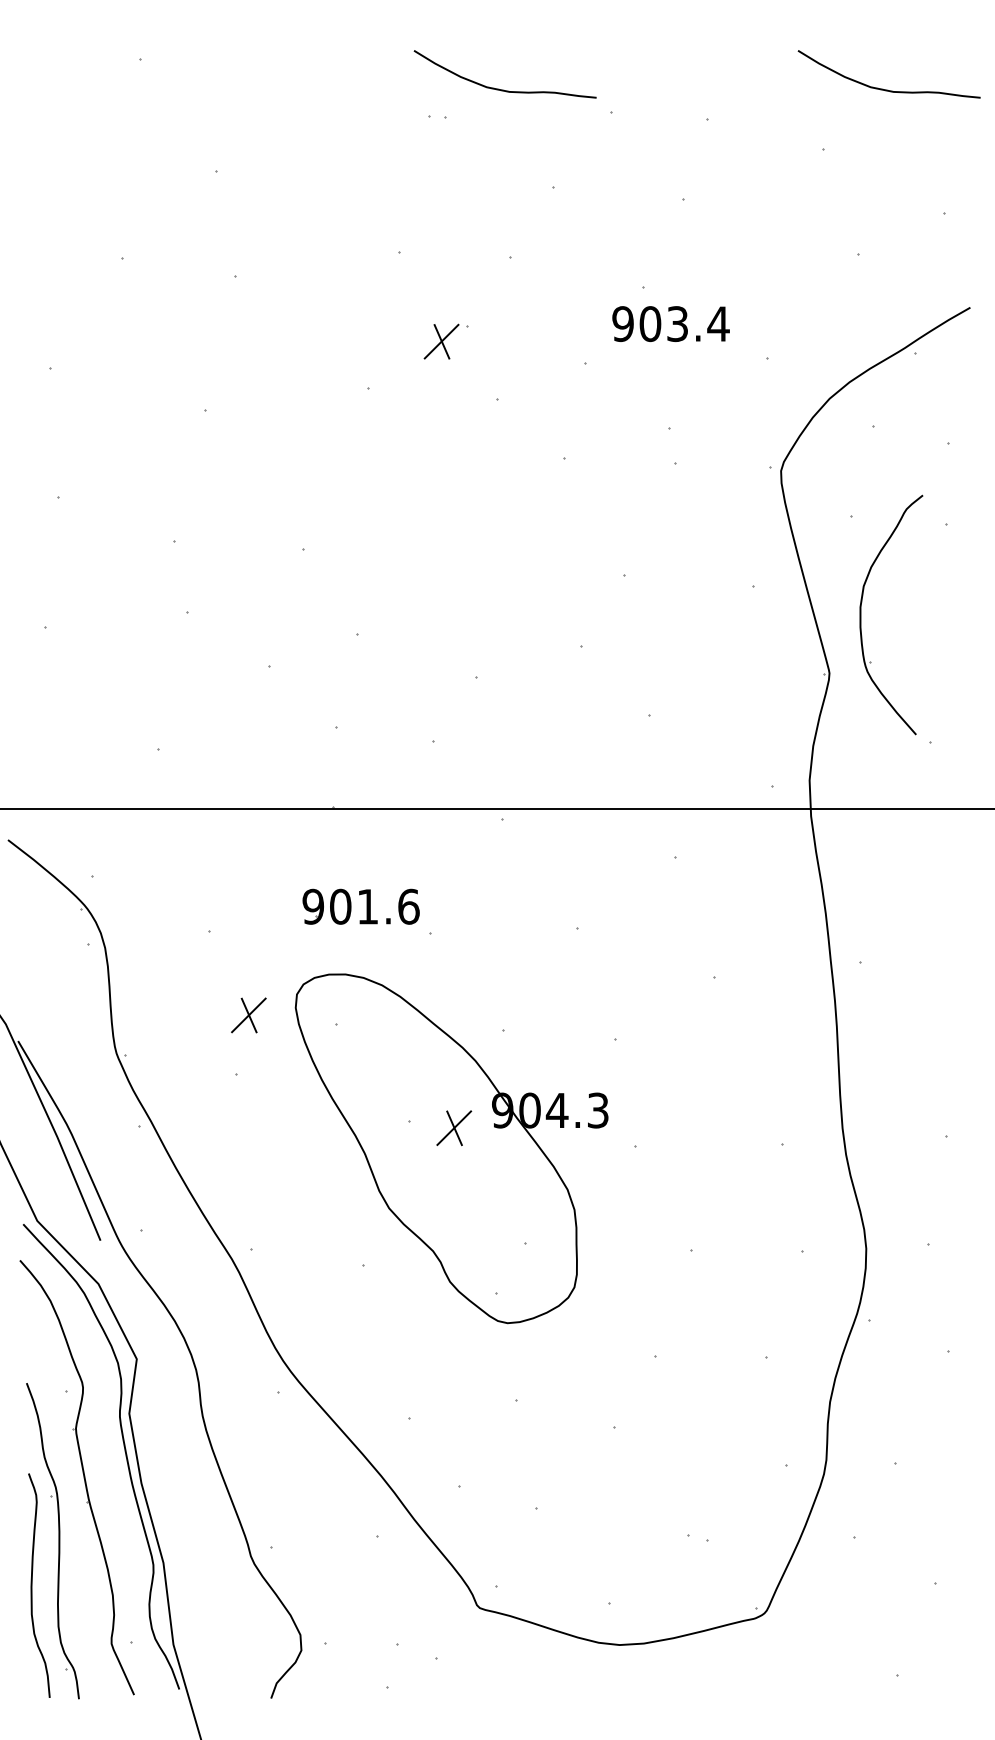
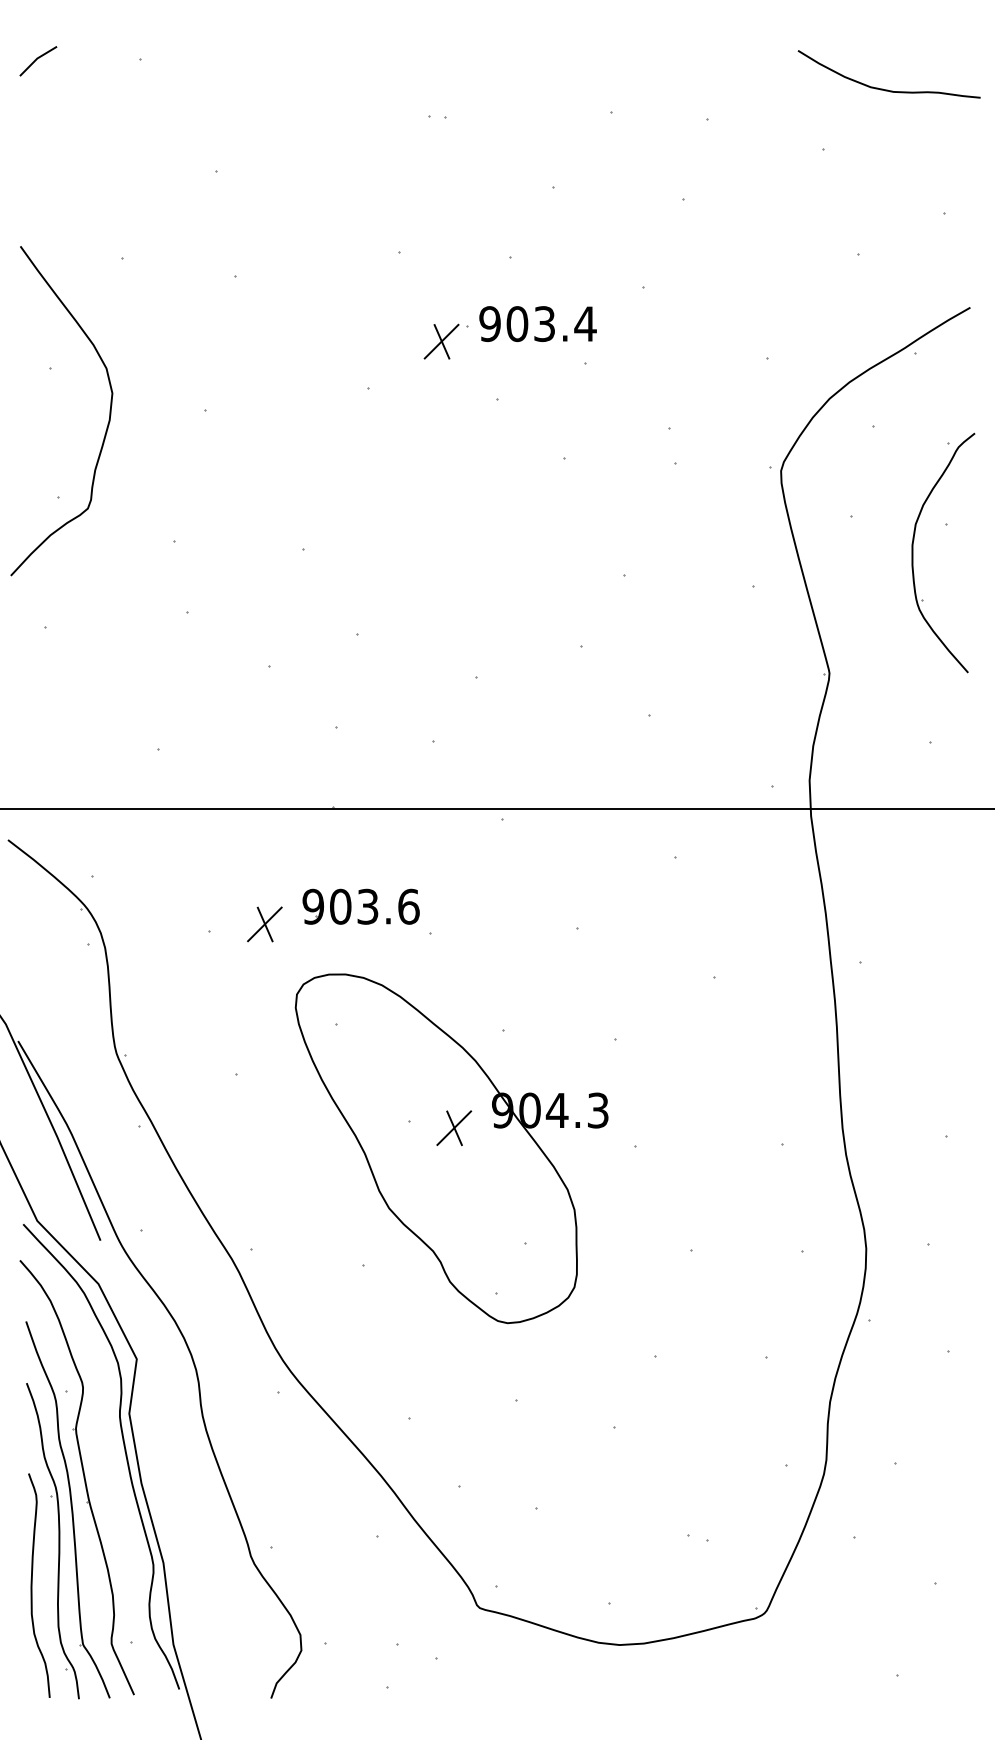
line at (37, 59): none -> present
curve at (503, 89): present -> none
text at (670, 323) position: (670, 323) -> (537, 323)
curve at (107, 423): none -> present
part at (861, 614) position: (861, 614) -> (913, 552)
text at (367, 906): 901.6 -> 903.6
part at (248, 1015) position: (248, 1015) -> (264, 924)
part at (67, 1509): none -> present
